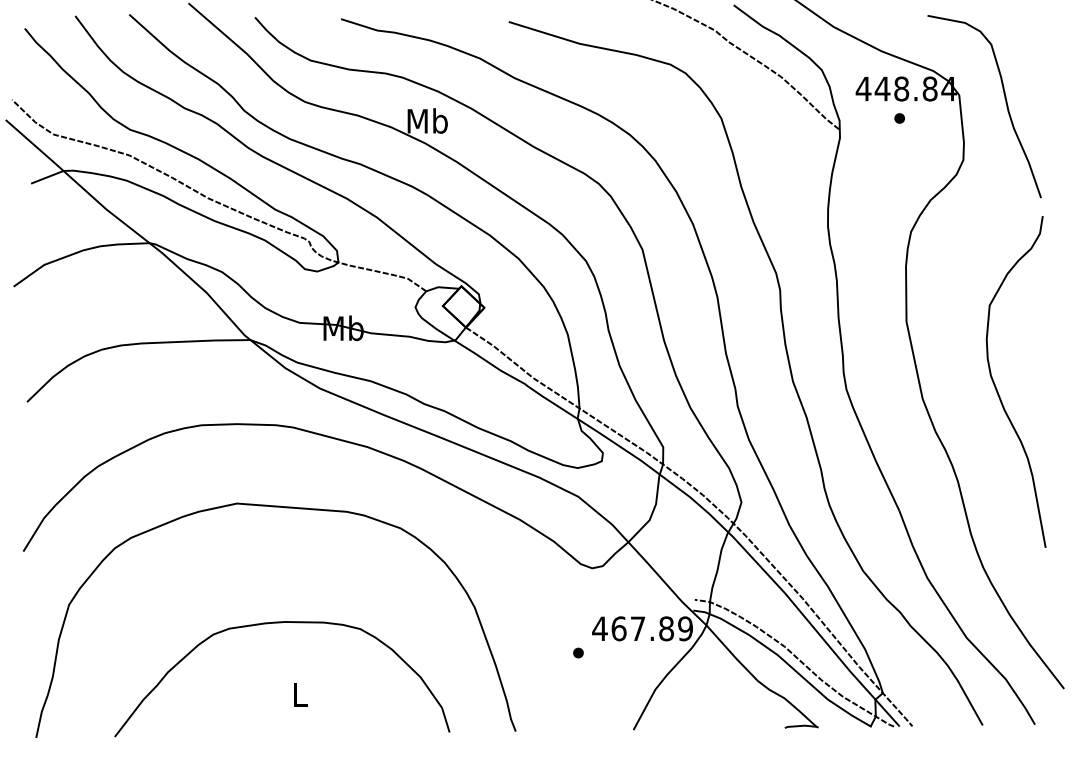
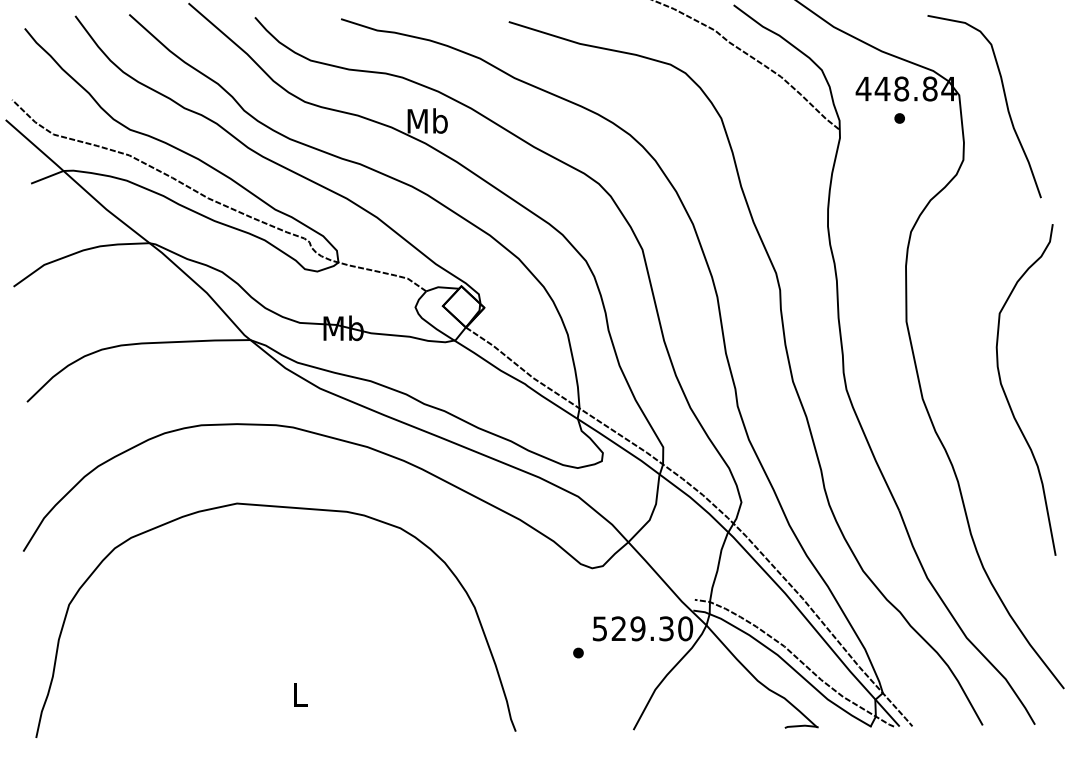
curve at (996, 386) position: (996, 386) -> (1006, 394)
curve at (281, 623): present -> none
text at (642, 628): 467.89 -> 529.30
